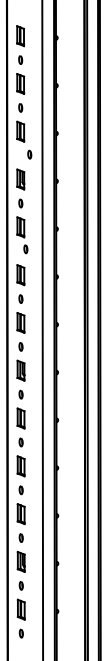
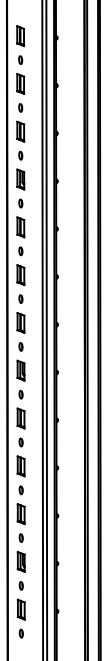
part at (29, 154) position: (29, 154) -> (20, 155)
part at (25, 249) position: (25, 249) -> (20, 251)
line at (46, 329): none -> present
